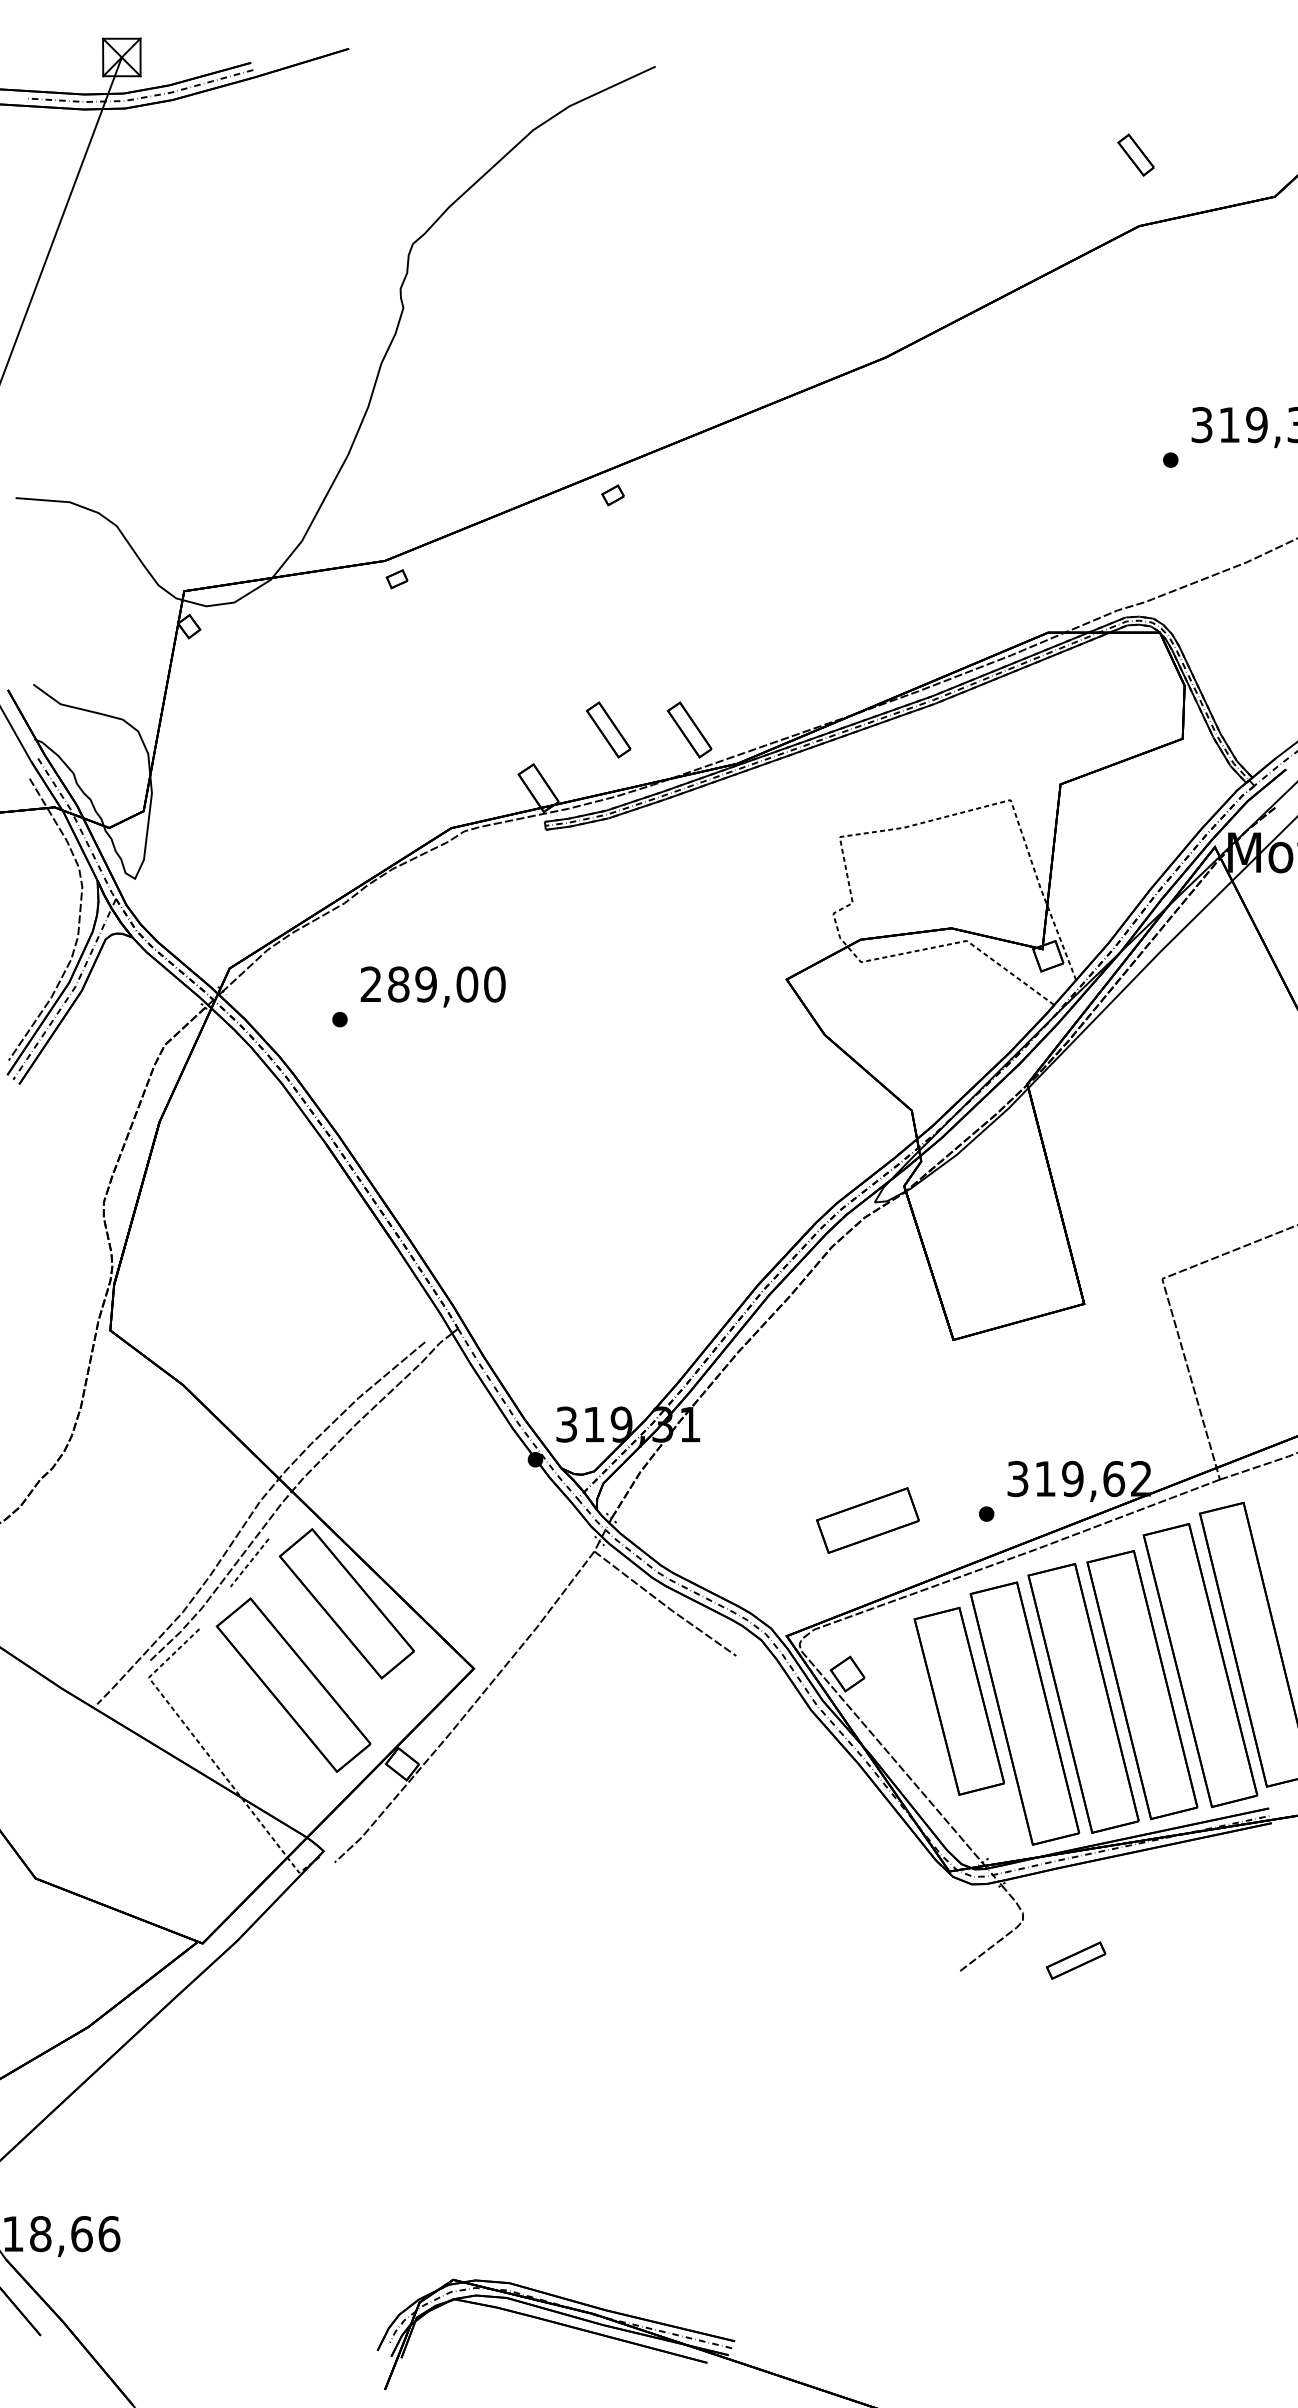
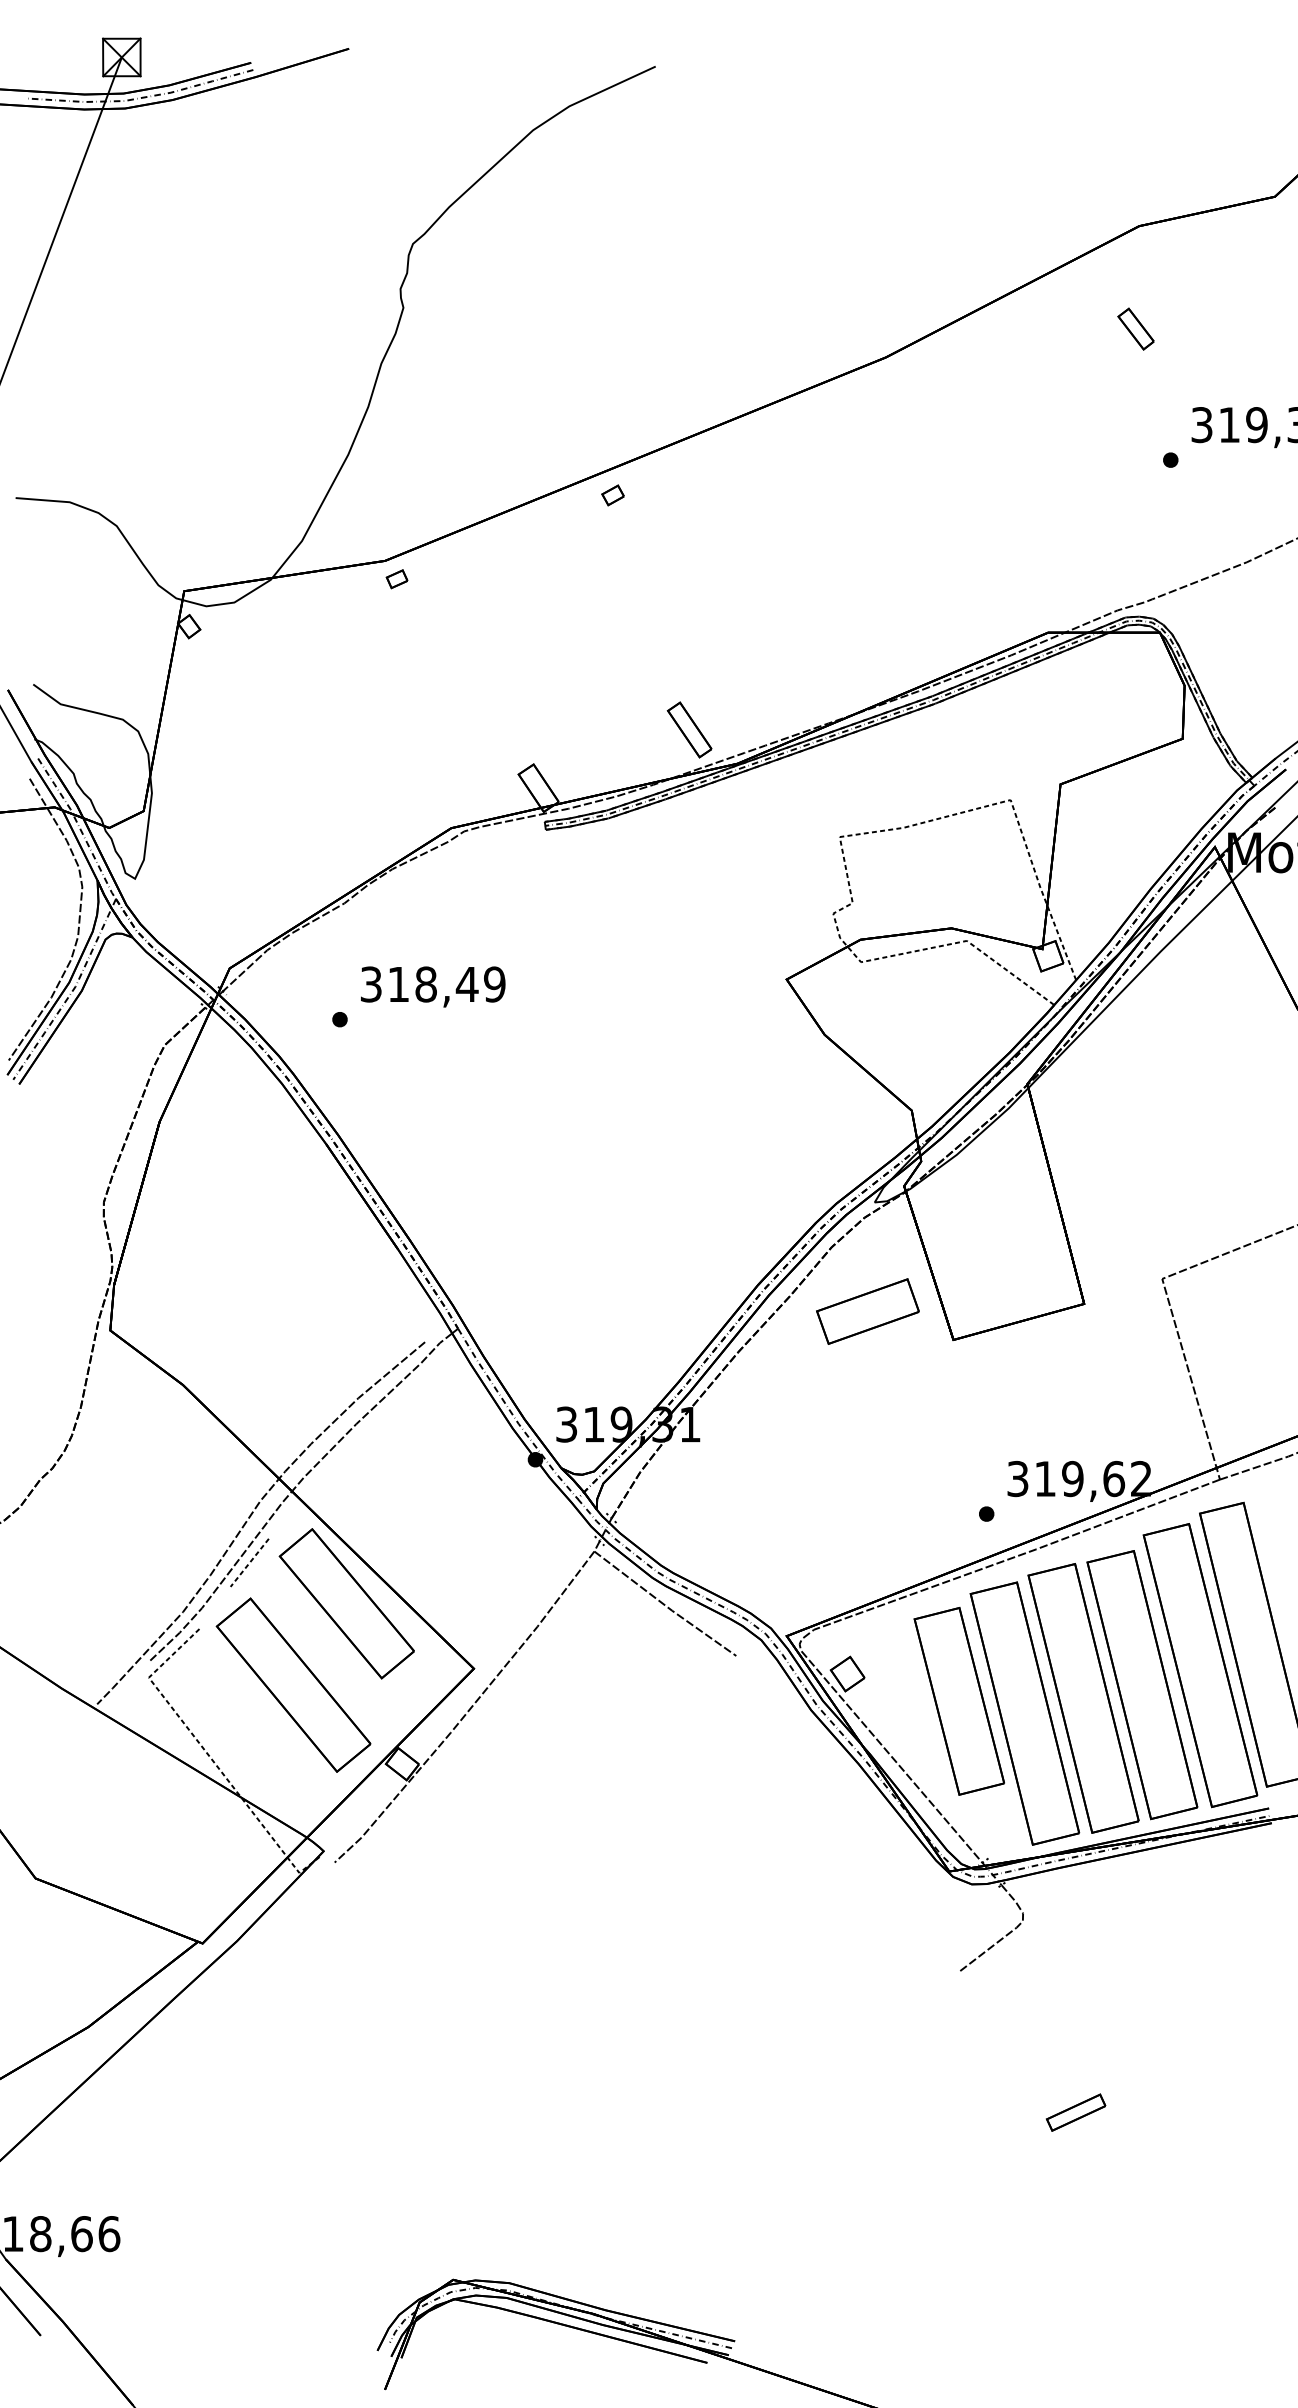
part at (1135, 154) position: (1135, 154) -> (1135, 328)
part at (608, 729): present -> none
text at (432, 984): 289,00 -> 318,49
part at (867, 1520) position: (867, 1520) -> (867, 1311)
part at (1076, 1960) position: (1076, 1960) -> (1076, 2112)
